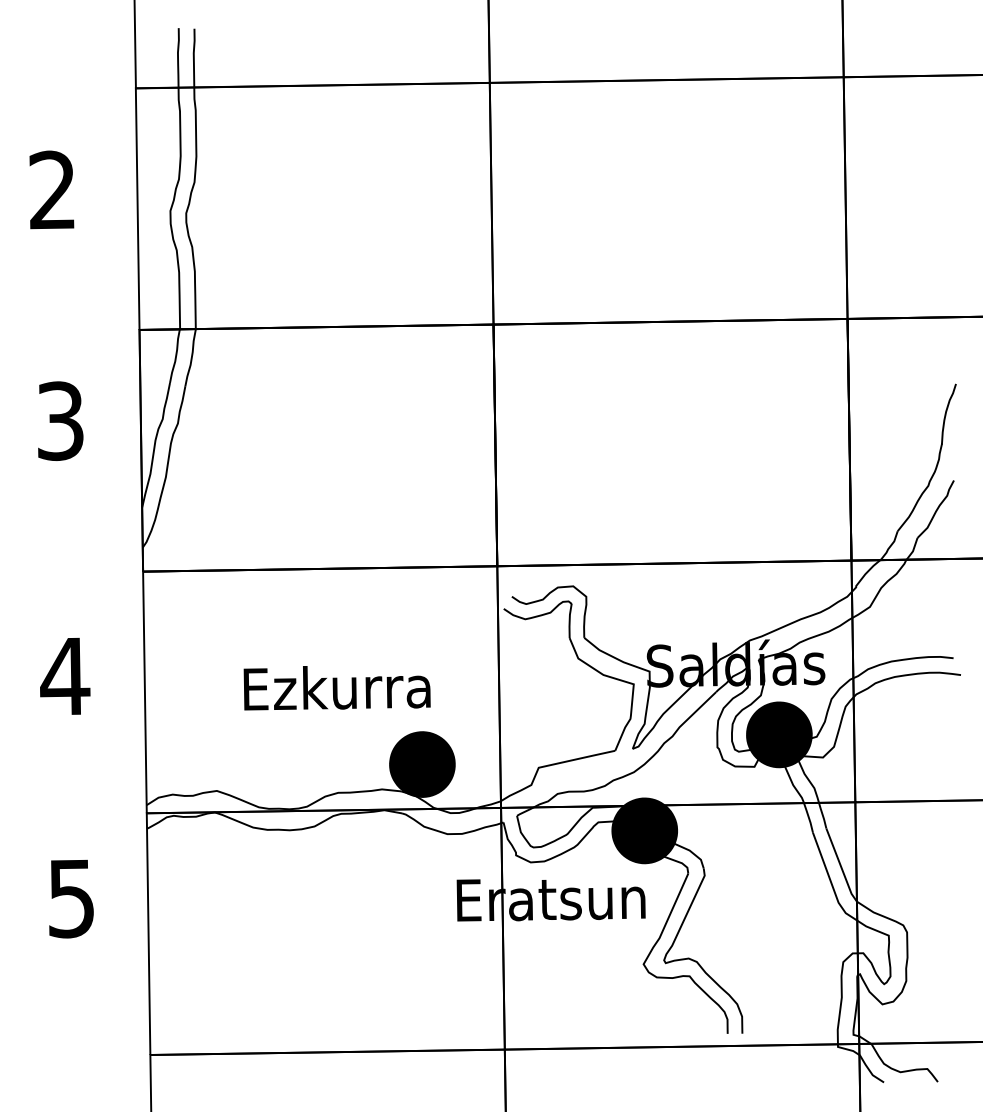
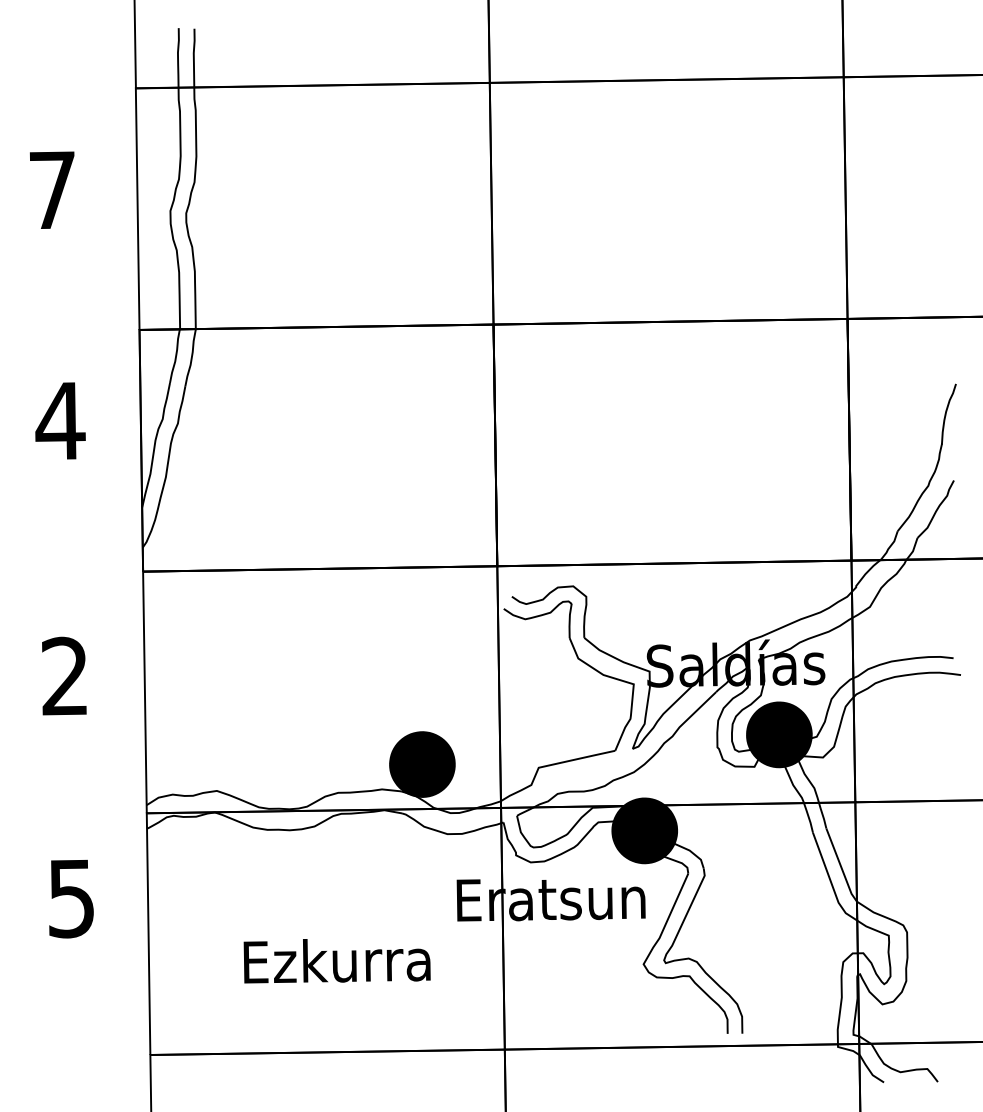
text at (51, 189): 2 -> 7
text at (60, 421): 3 -> 4
text at (65, 675): 4 -> 2
text at (336, 688) position: (336, 688) -> (336, 961)
